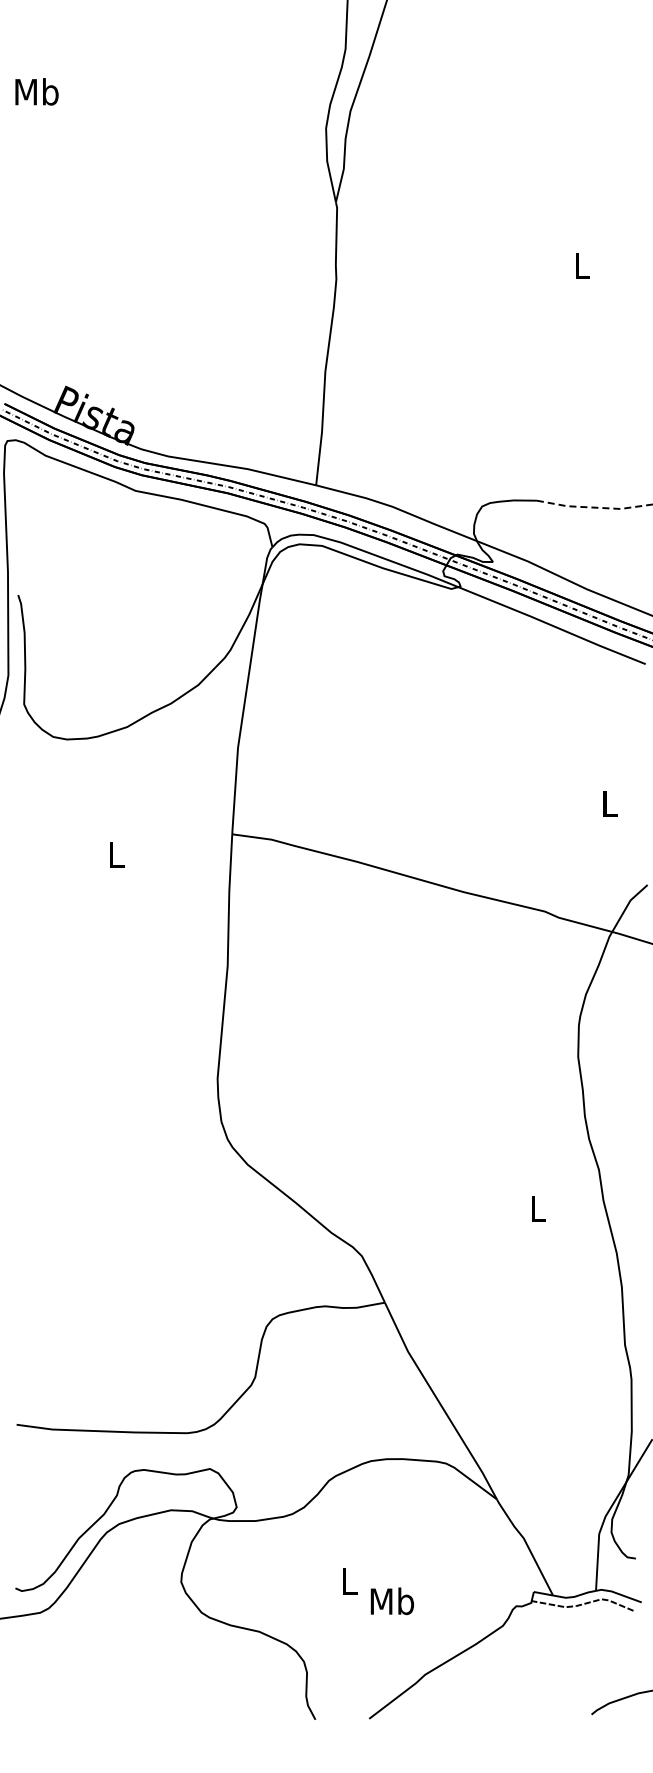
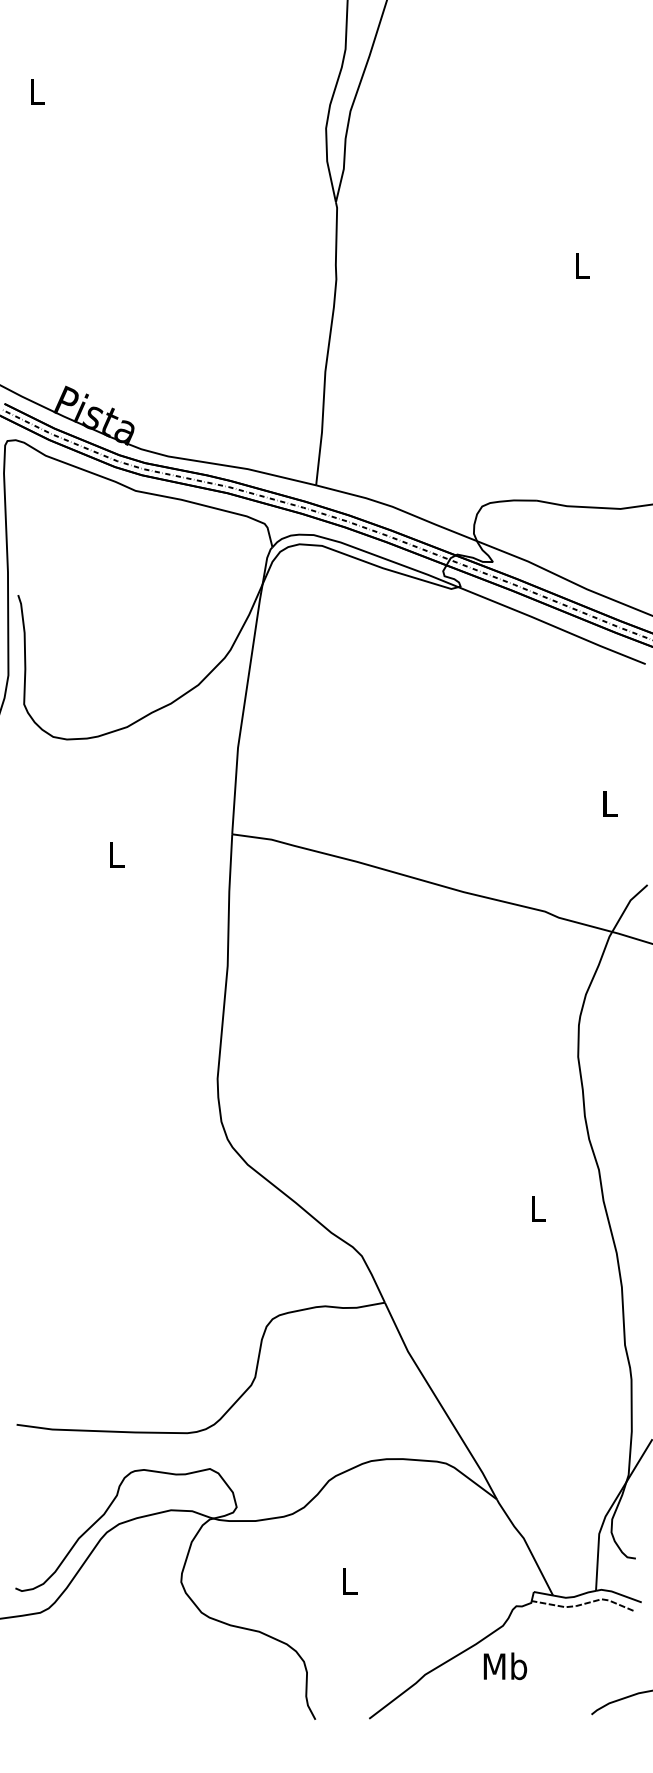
text at (36, 91): Mb -> L
line at (594, 507): dashed -> solid
text at (392, 1601) position: (392, 1601) -> (505, 1666)
